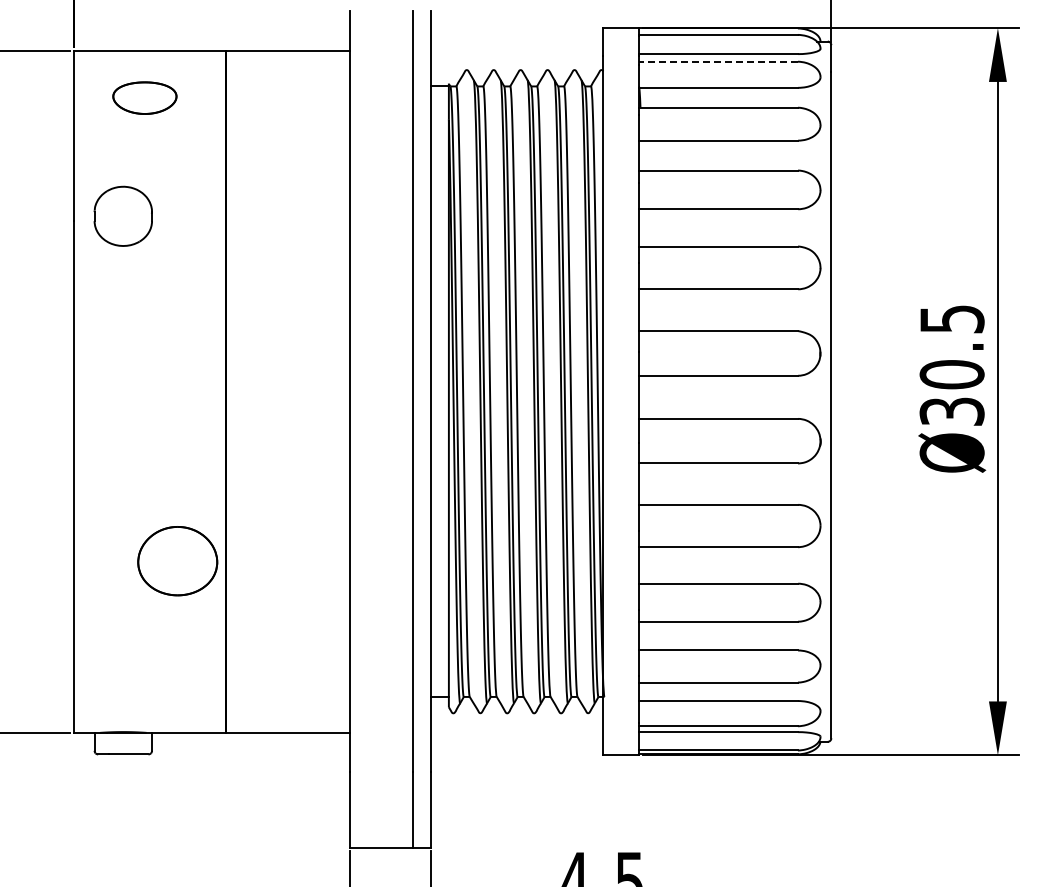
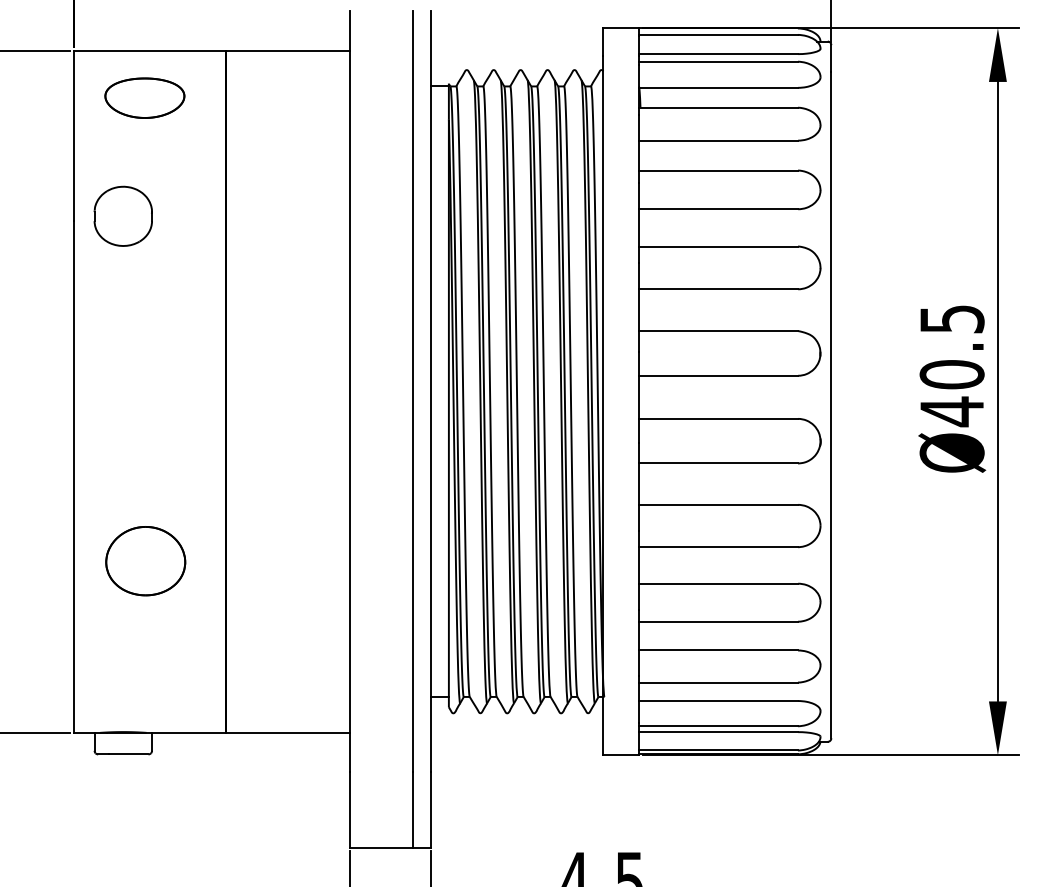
line at (718, 61): dashed -> solid
part at (144, 97) size: 66x34 px -> 82x42 px
text at (951, 411): Ø30.5 -> Ø40.5
part at (177, 561) position: (177, 561) -> (145, 561)
